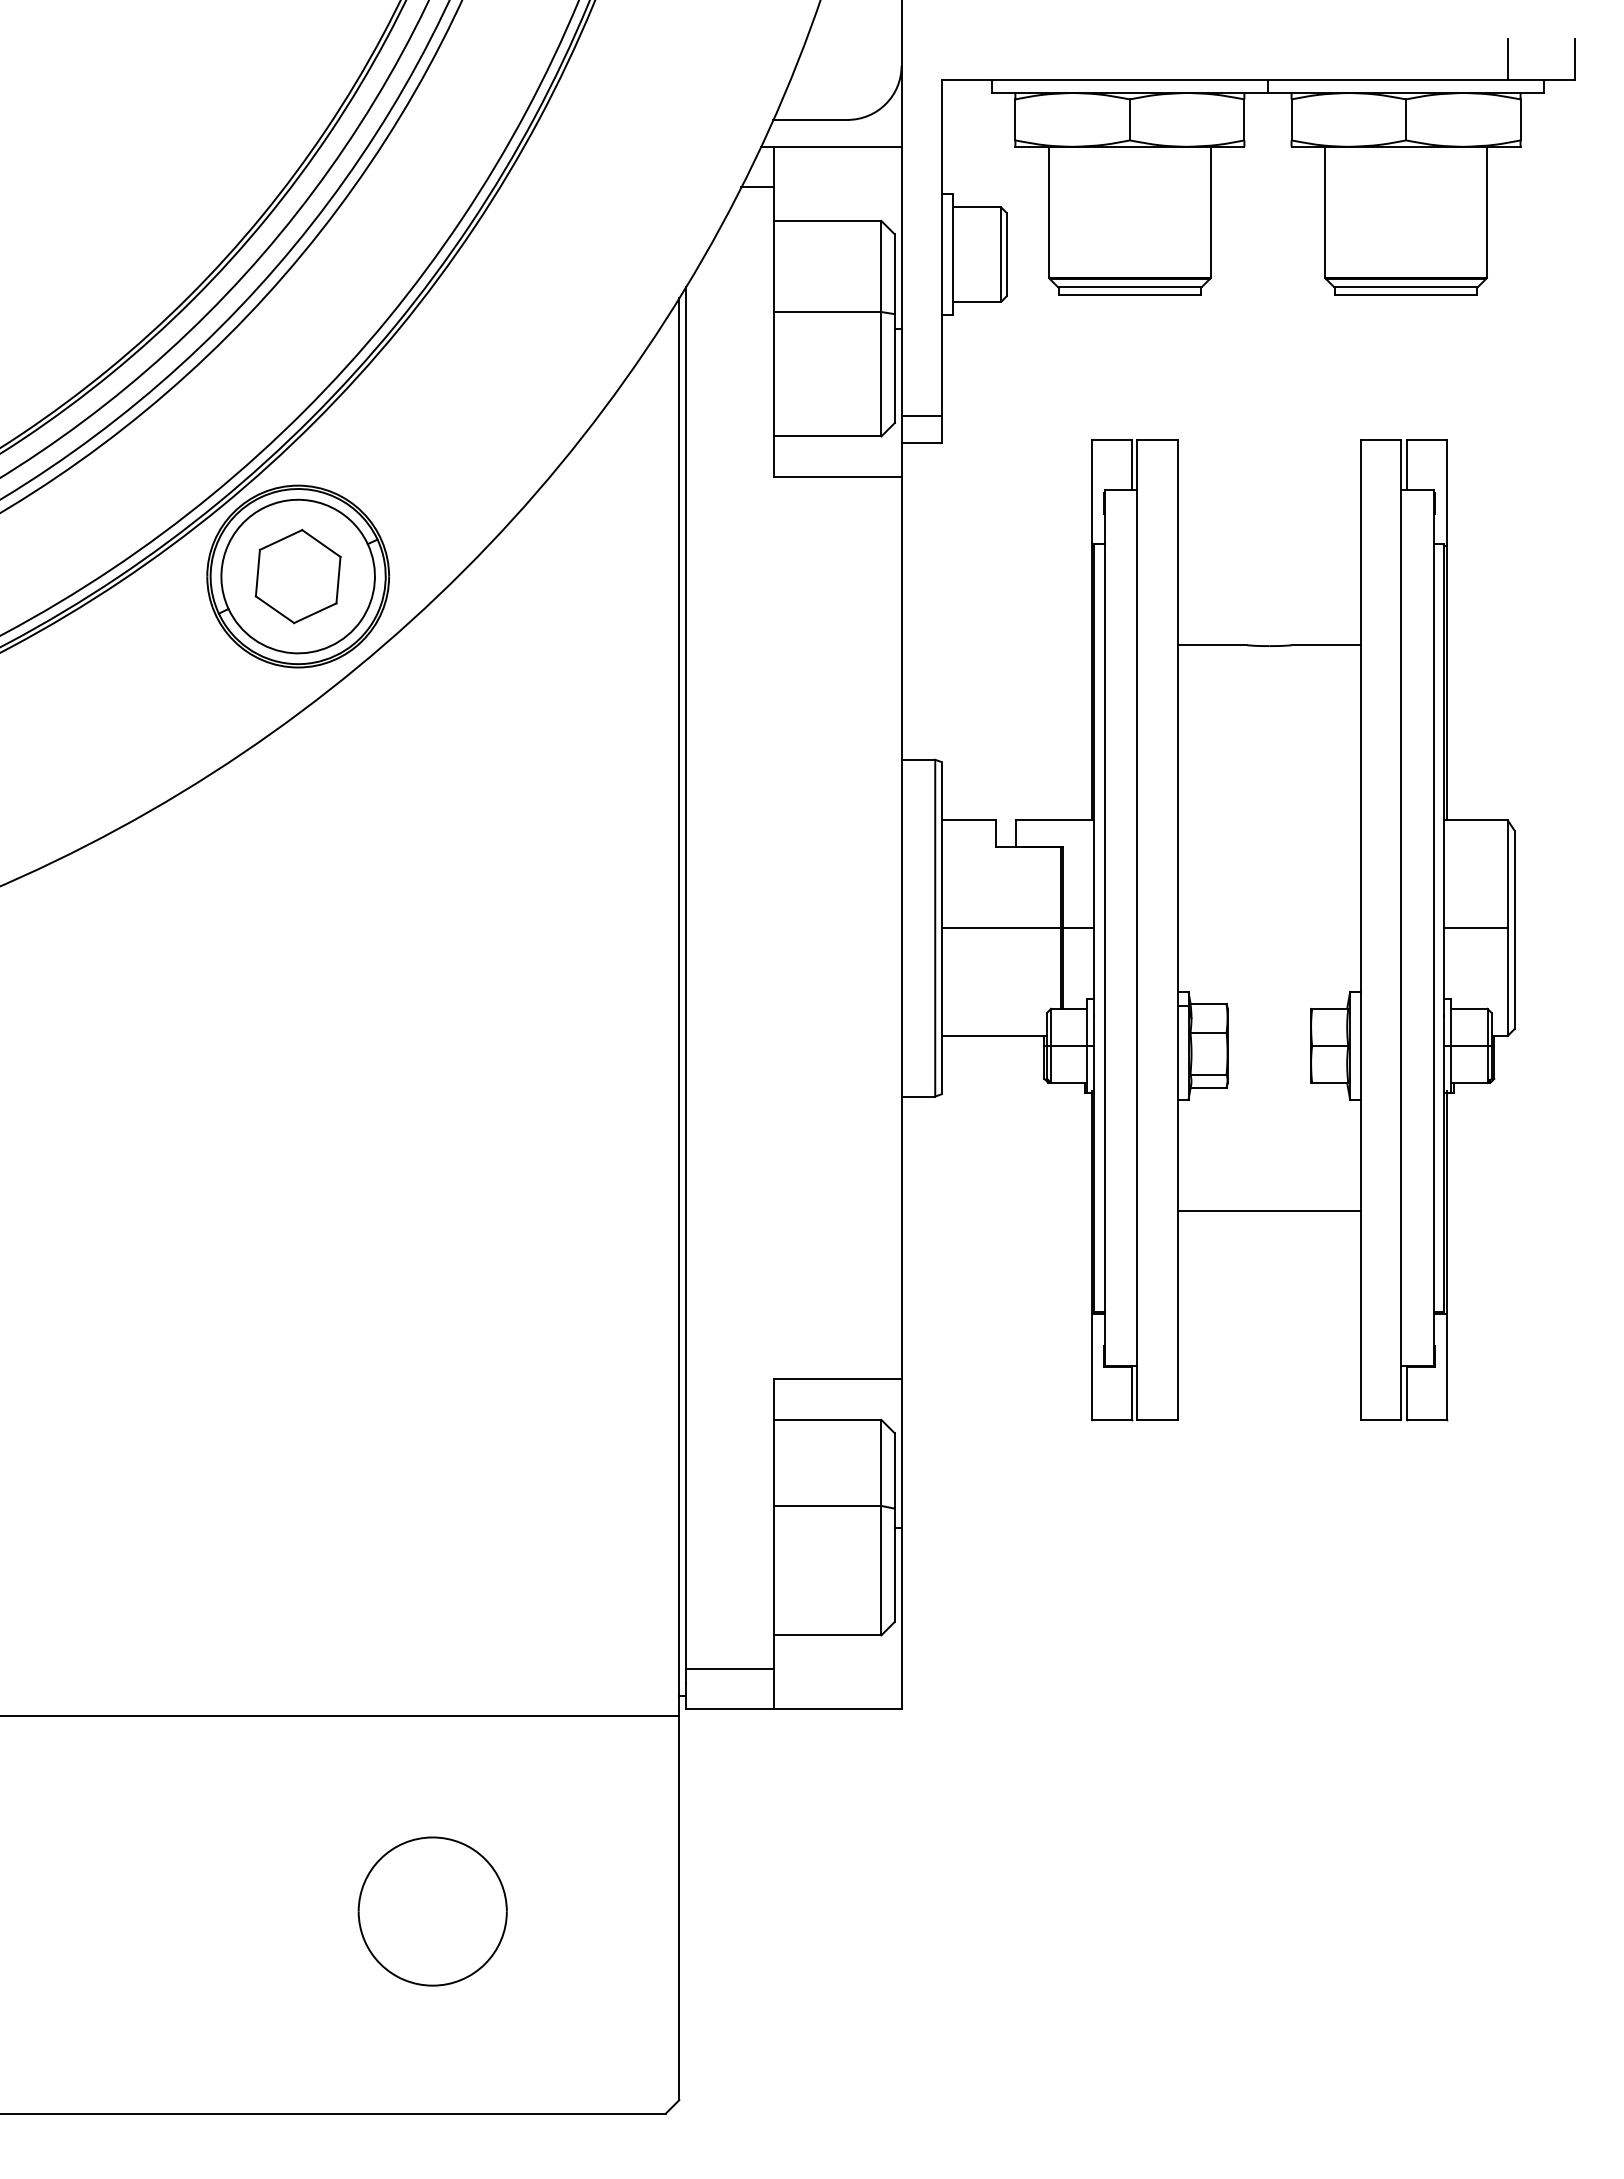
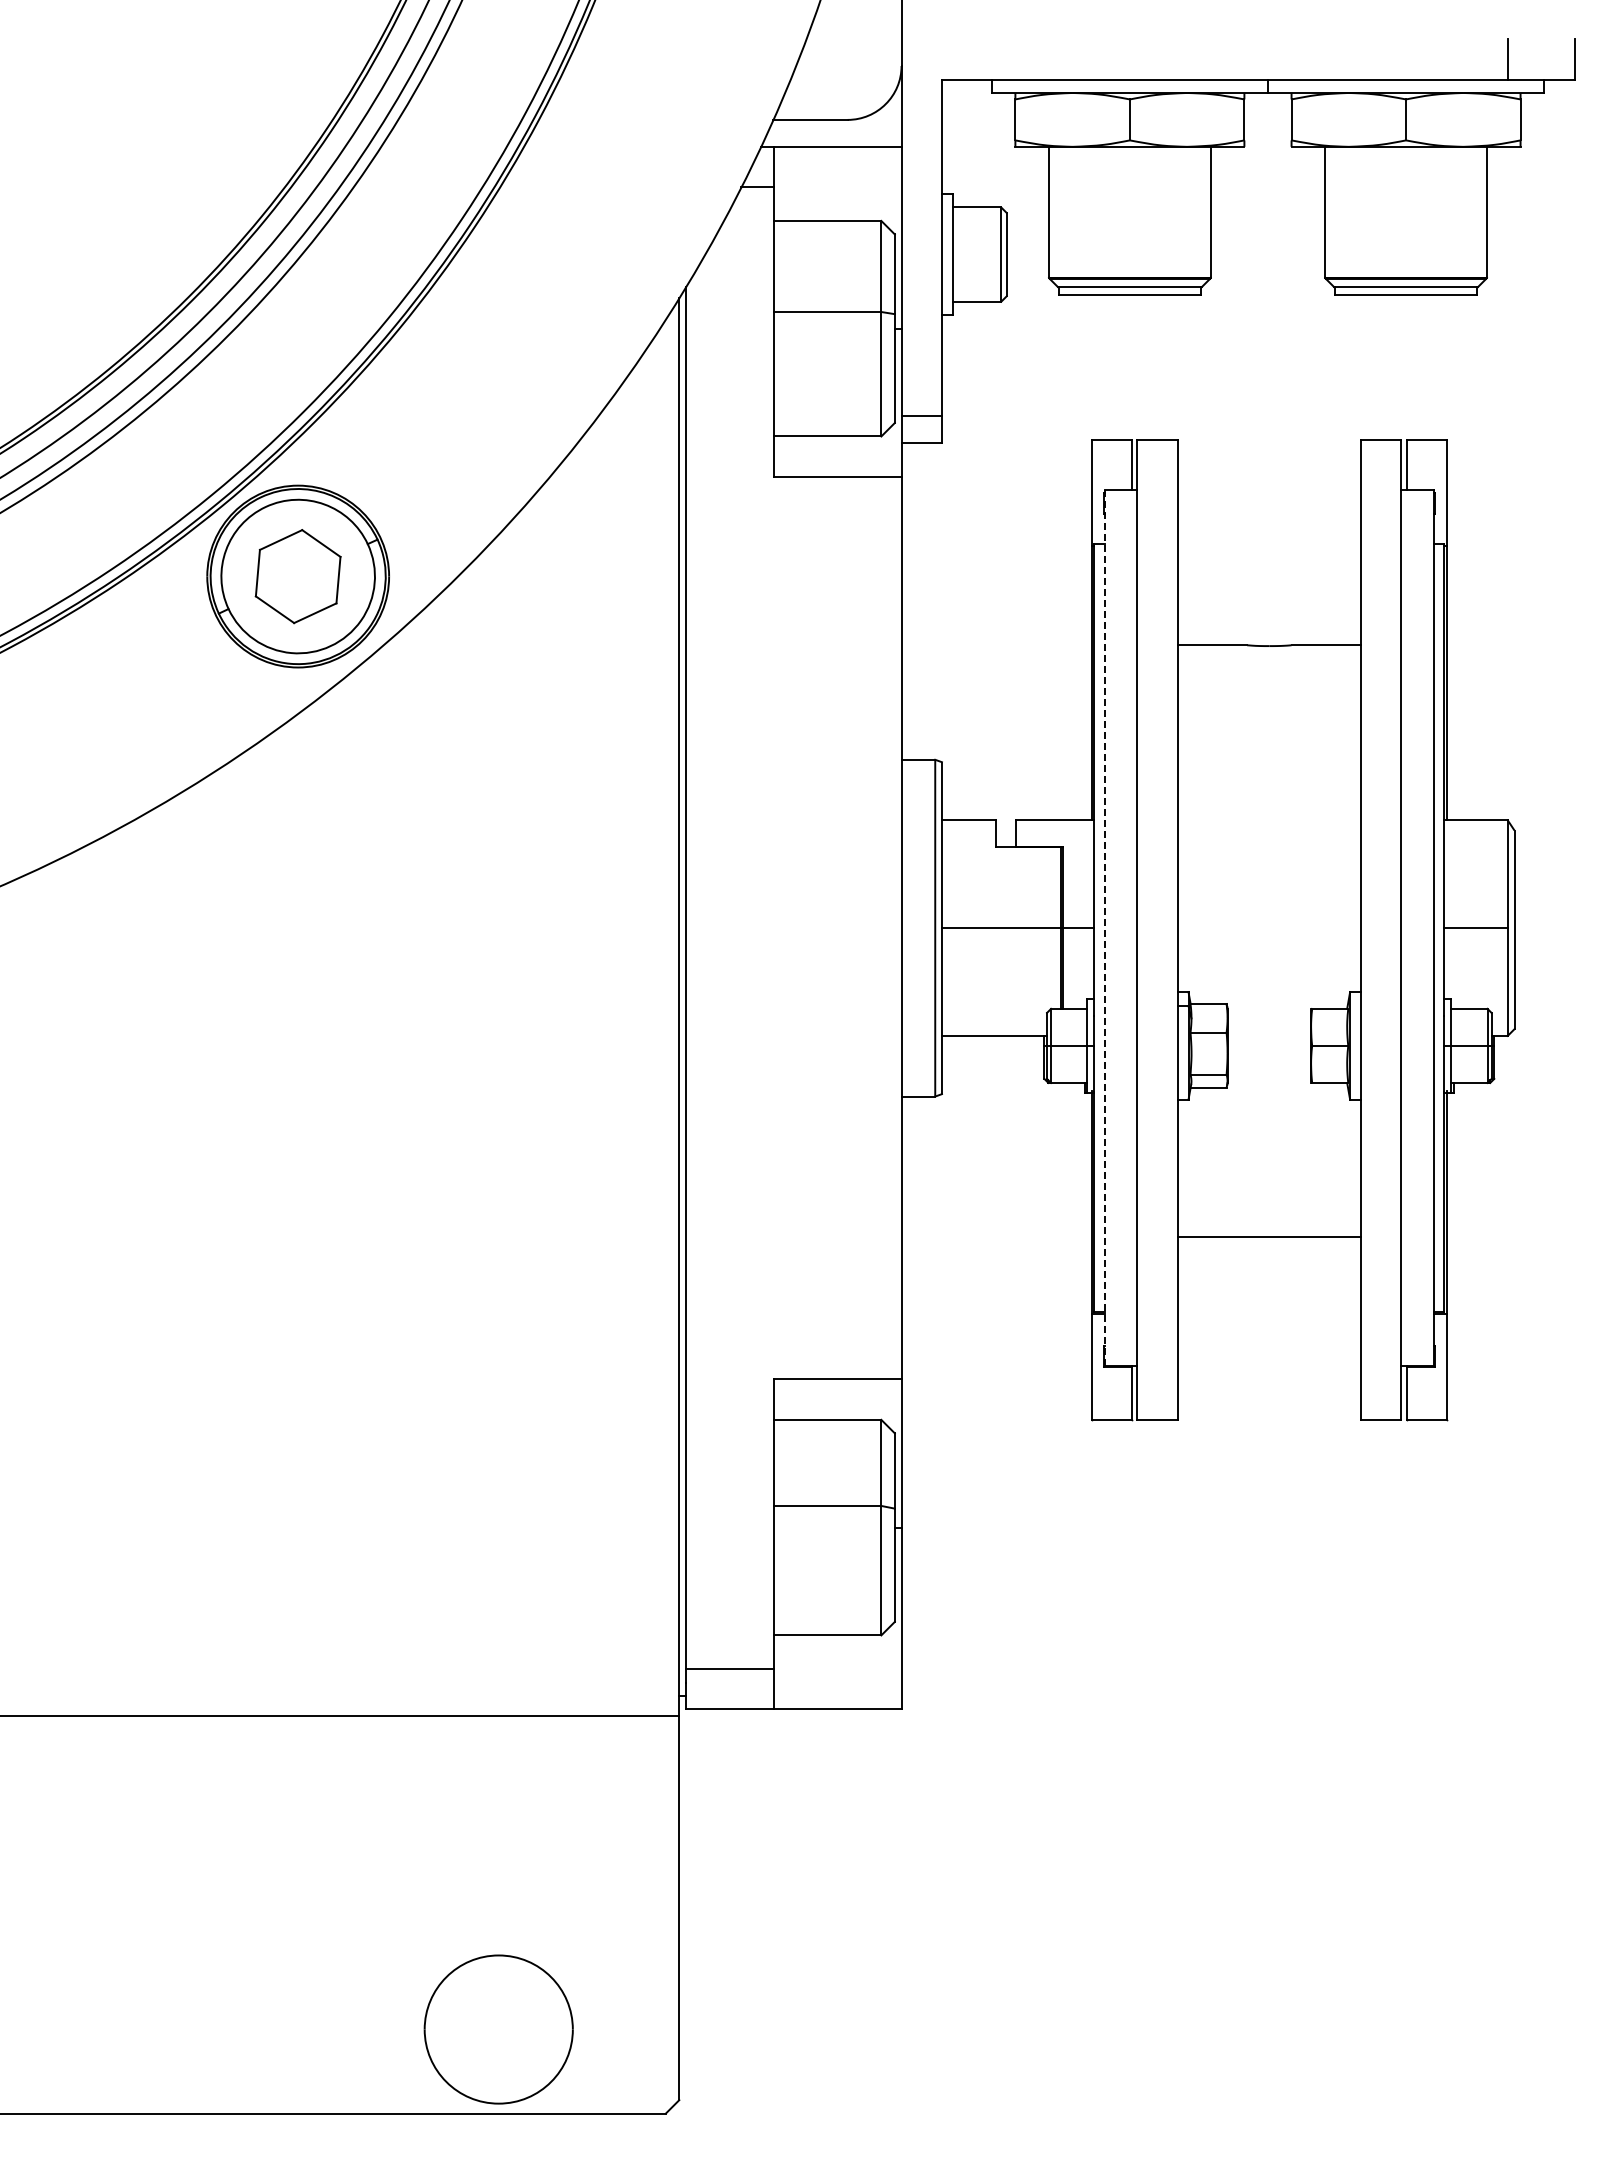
line at (1104, 928): solid -> dashed
line at (1268, 1211) position: (1268, 1211) -> (1268, 1237)
part at (432, 1911) position: (432, 1911) -> (498, 2029)
